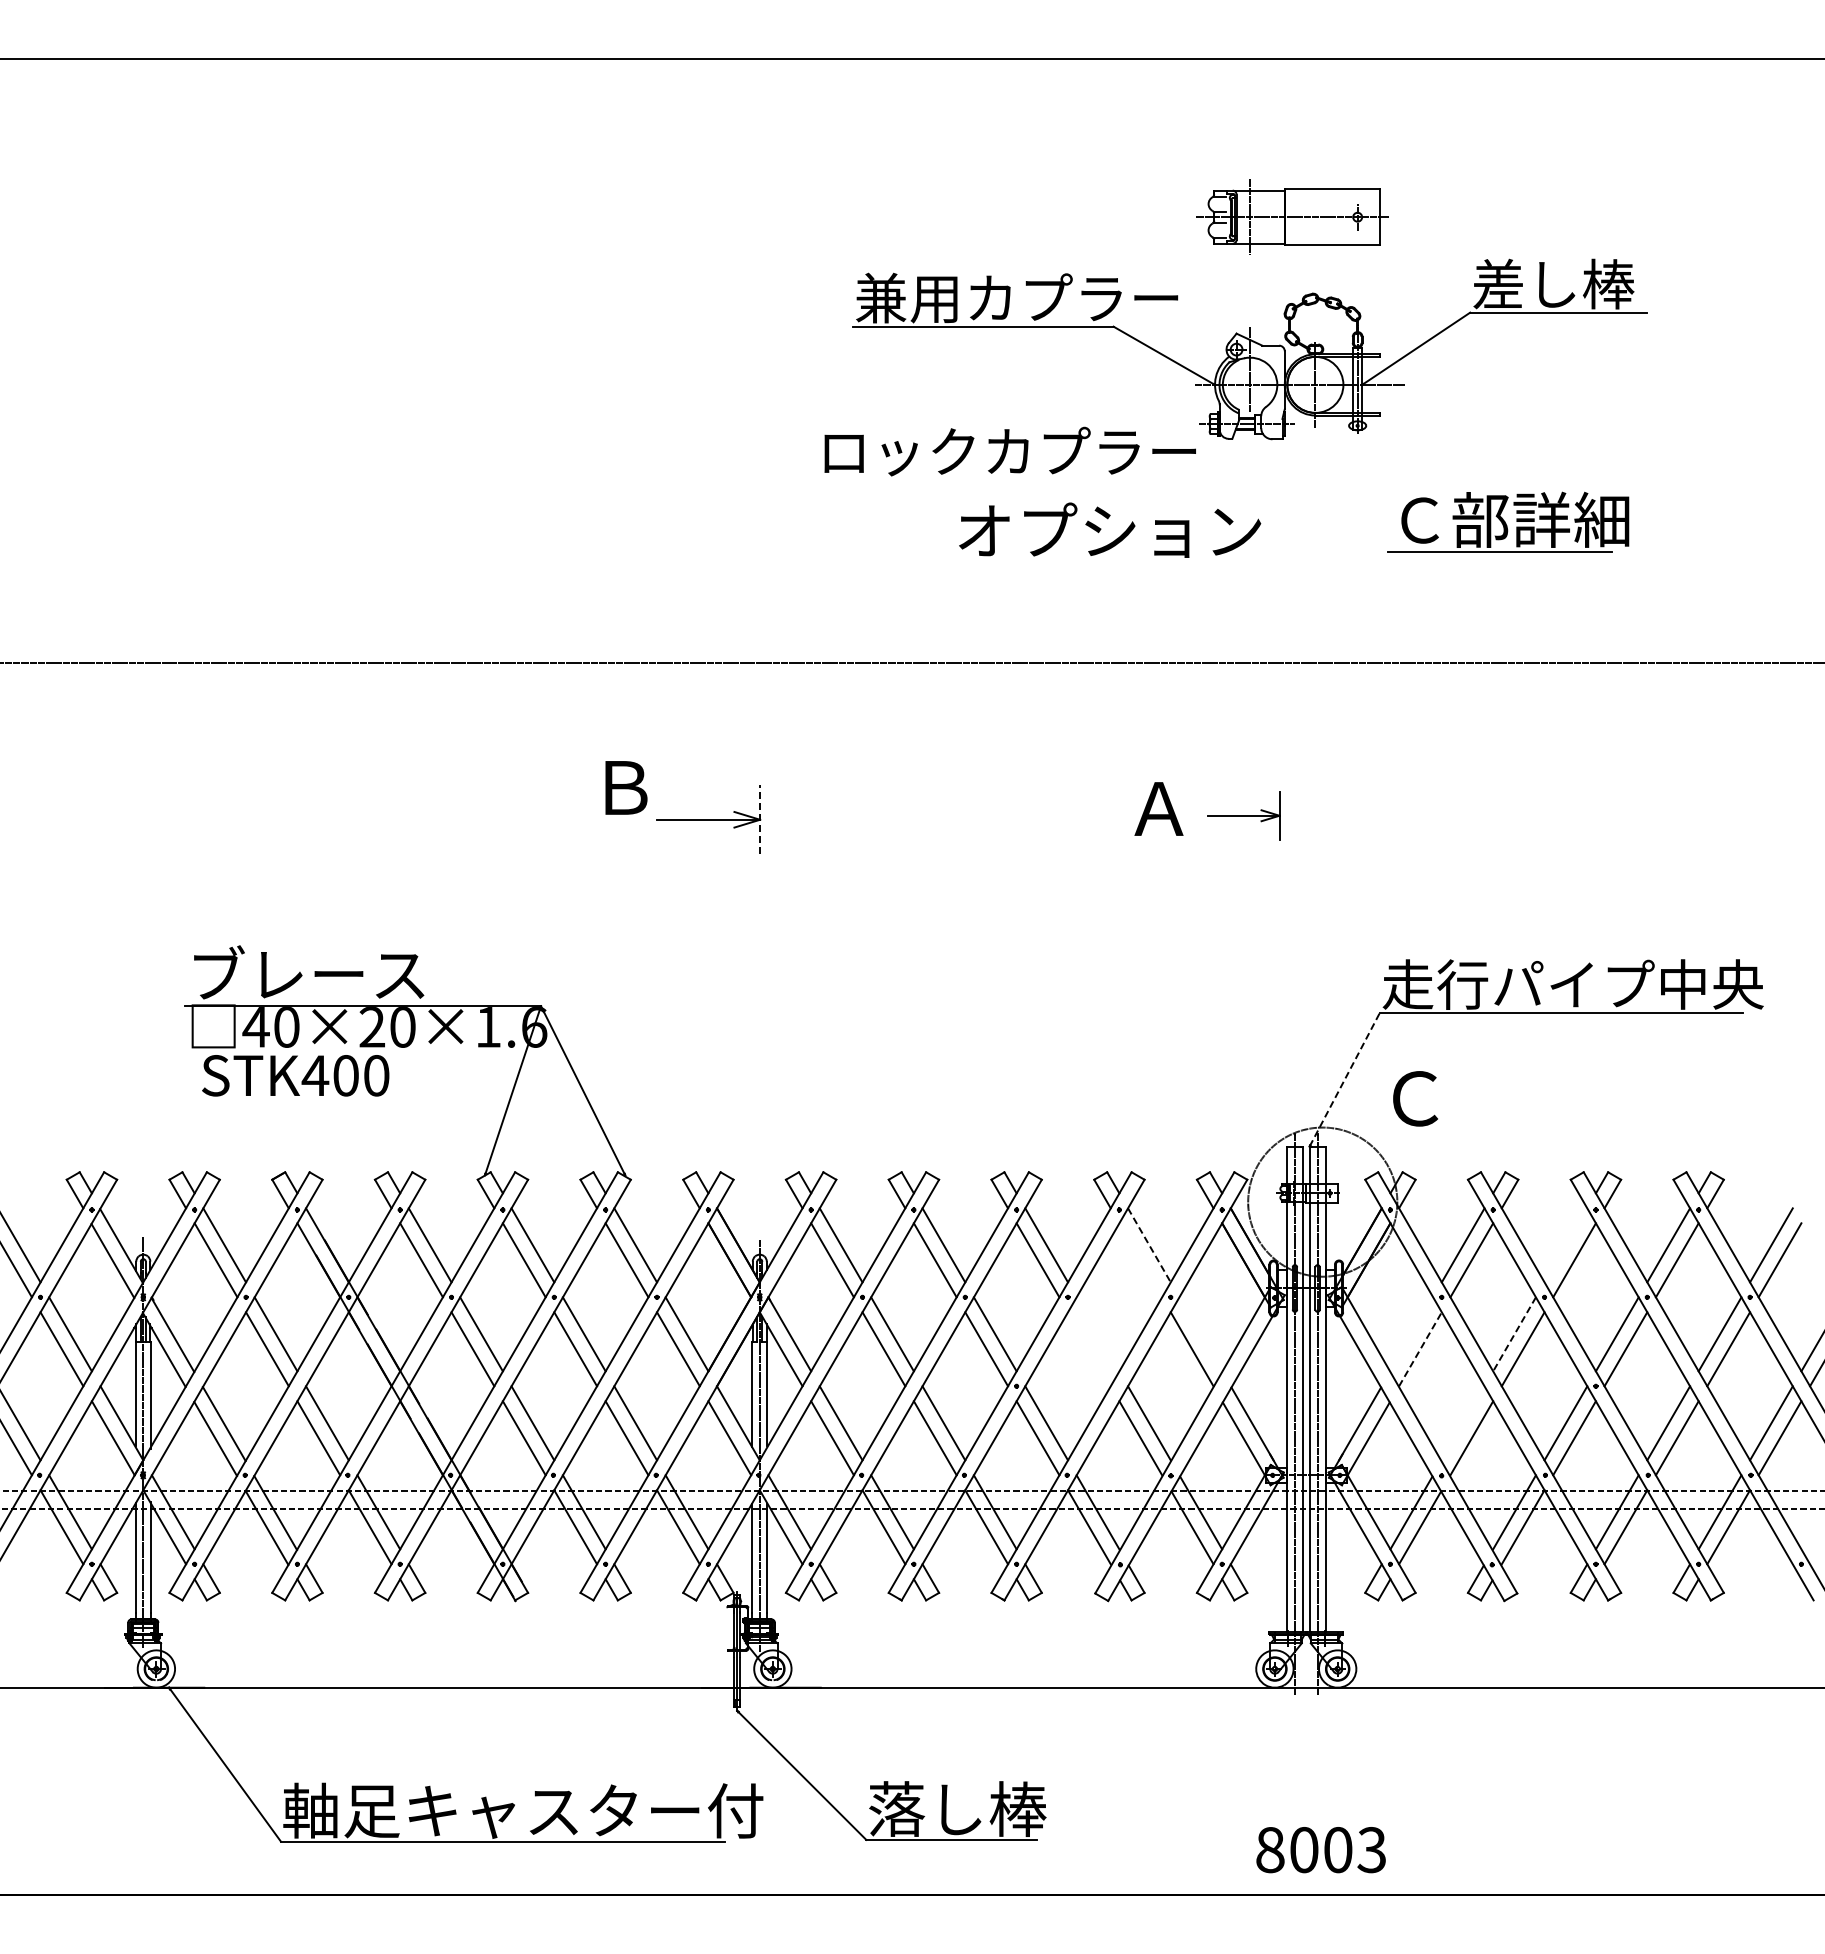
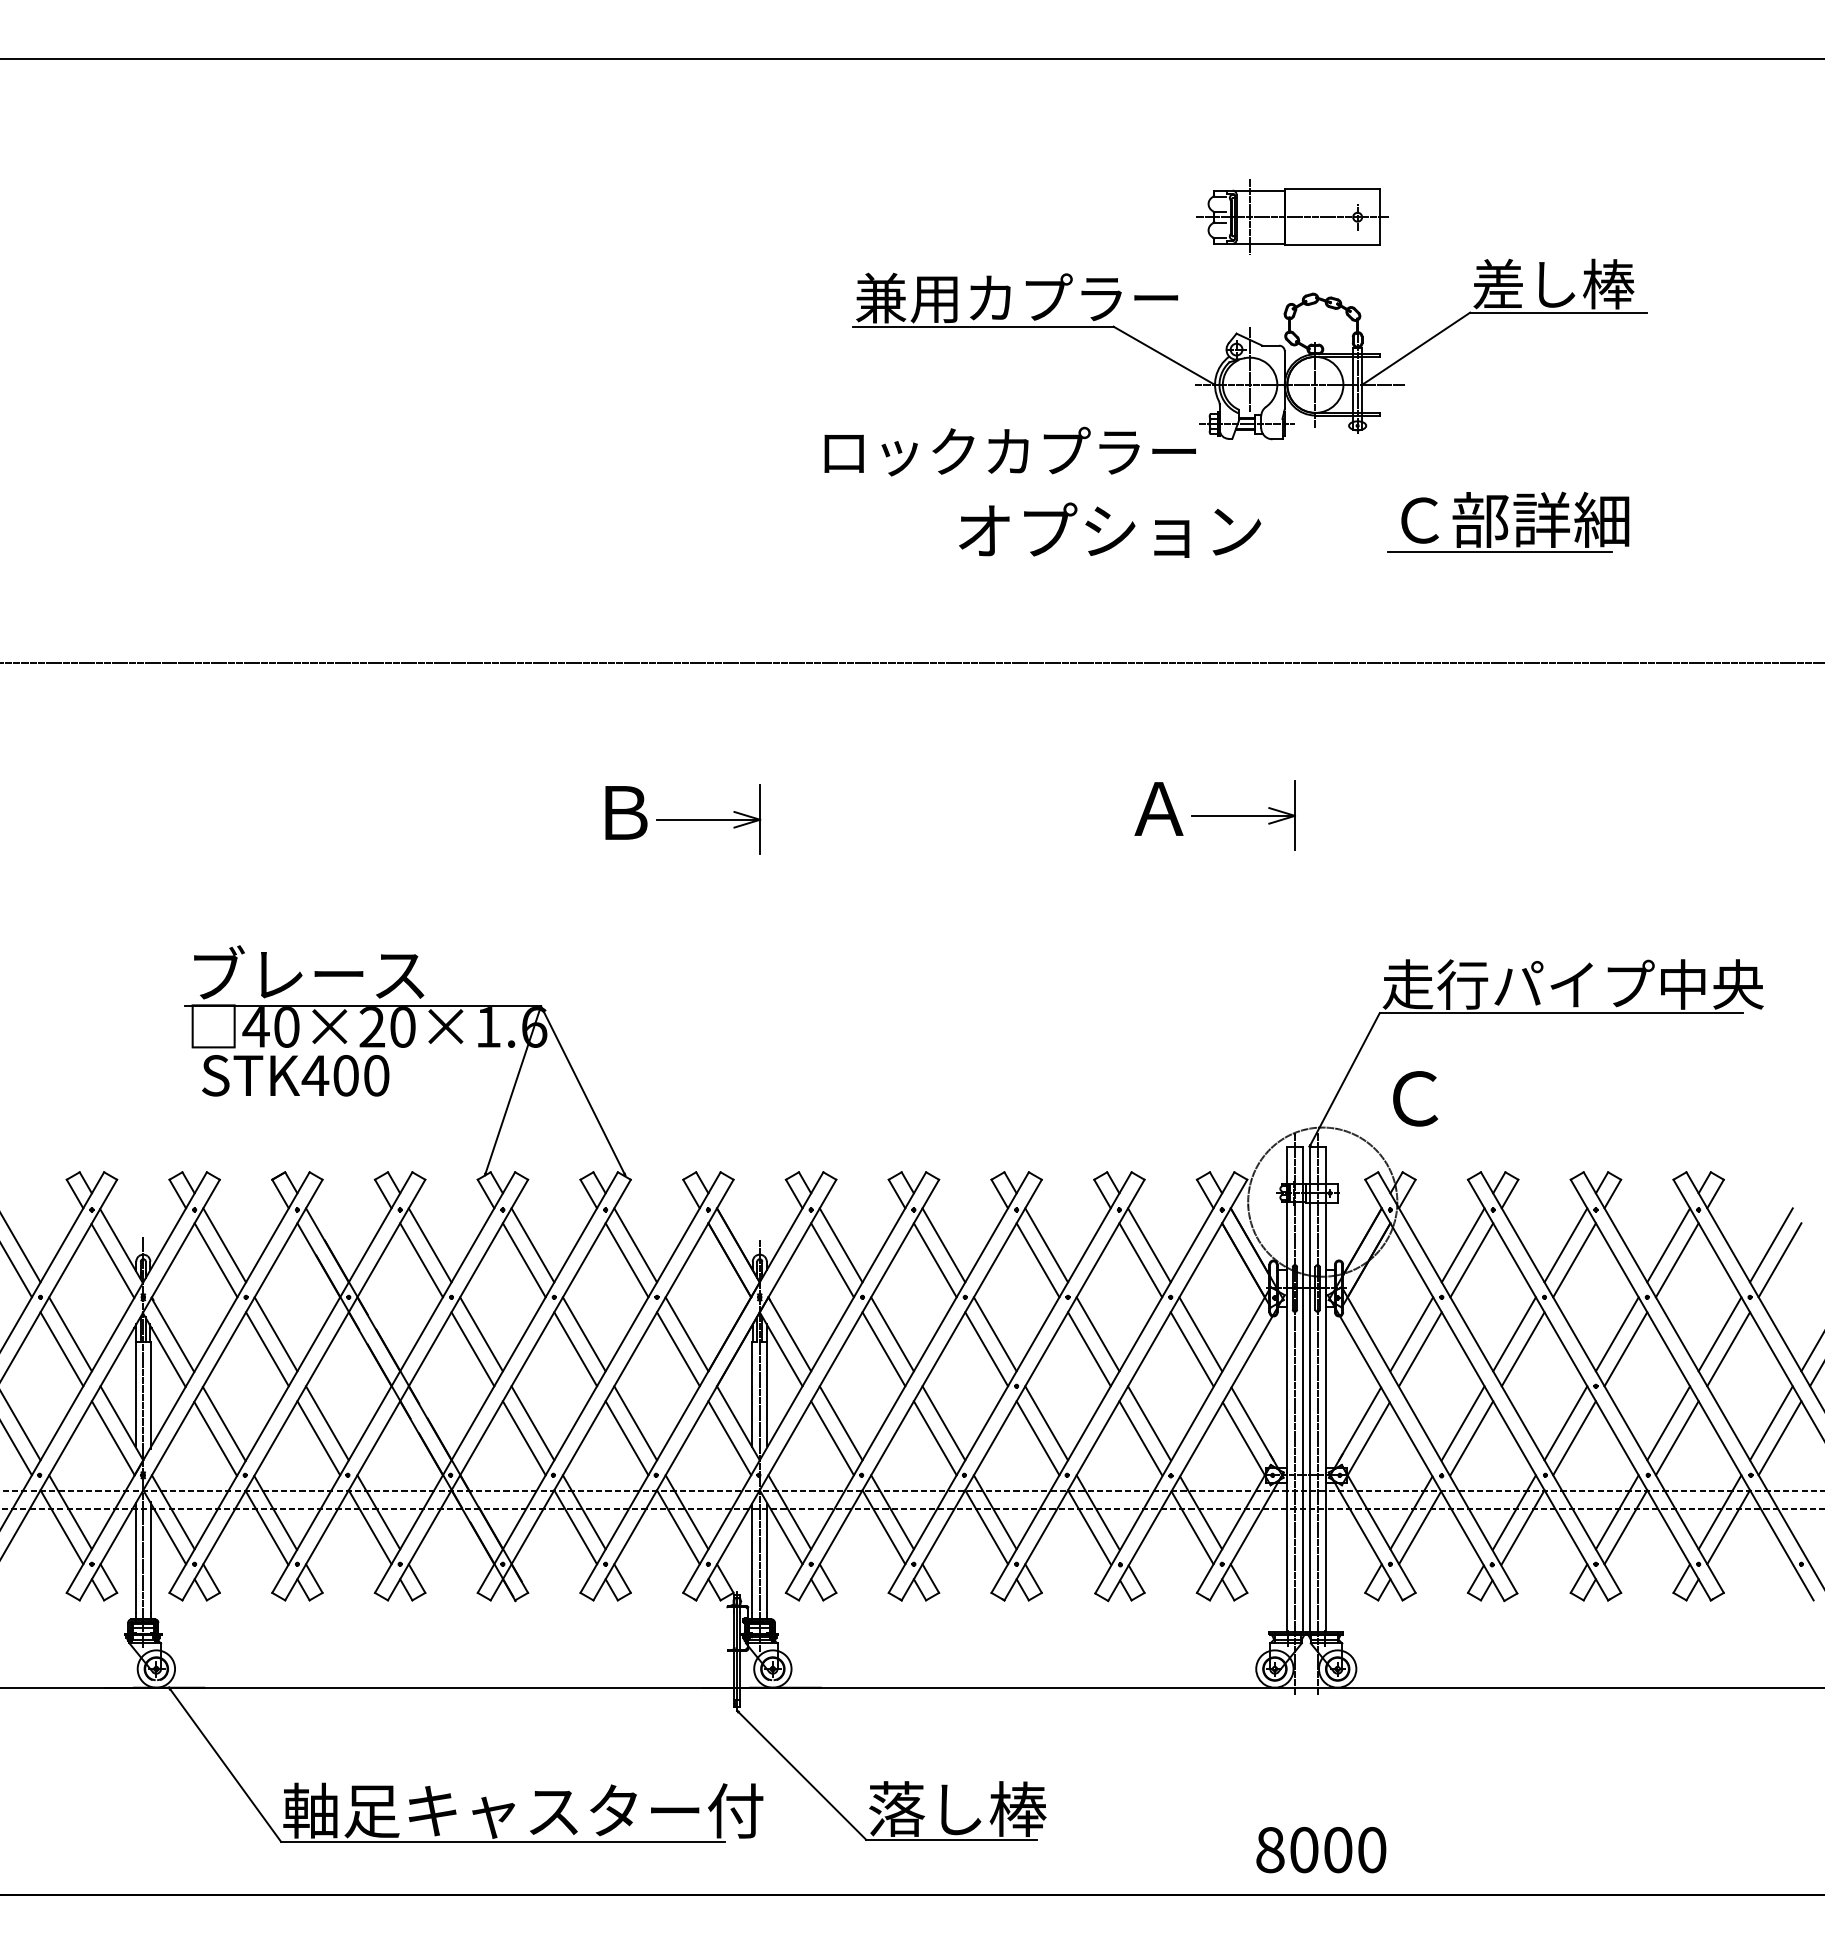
text at (626, 787) position: (626, 787) -> (626, 812)
part at (1243, 815) size: 74x50 px -> 105x71 px
line at (760, 819): dashed -> solid
line at (1344, 1079): dashed -> solid
line at (1149, 1245): dashed -> solid
line at (1565, 1245): none -> present
line at (1140, 1260): none -> present
line at (1097, 1334): none -> present
line at (1200, 1334): none -> present
line at (1411, 1334): none -> present
line at (1514, 1334): dashed -> solid
line at (1089, 1349): none -> present
line at (1420, 1349): dashed -> solid
line at (1462, 1423): none -> present
text at (1371, 1850): 8003 -> 8000
